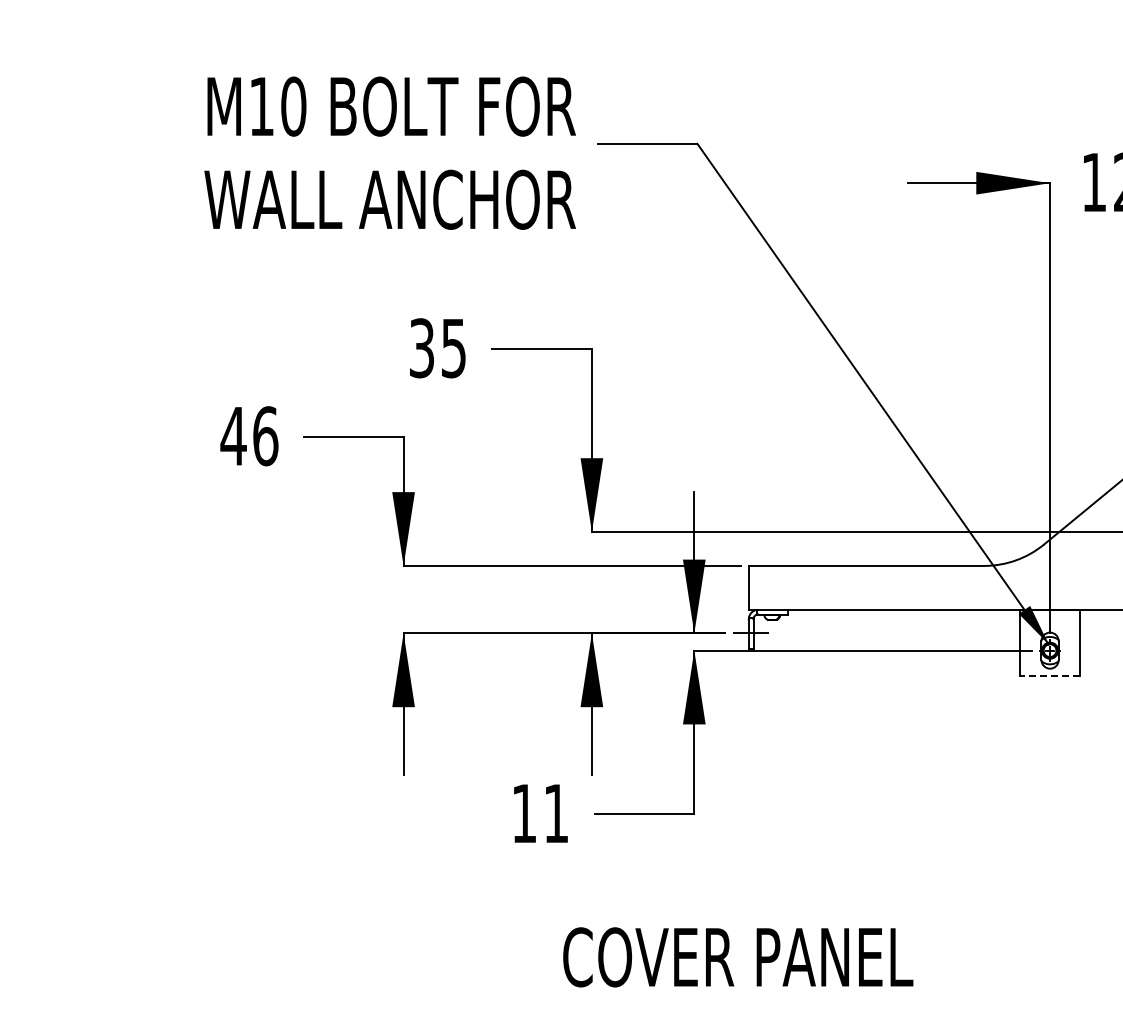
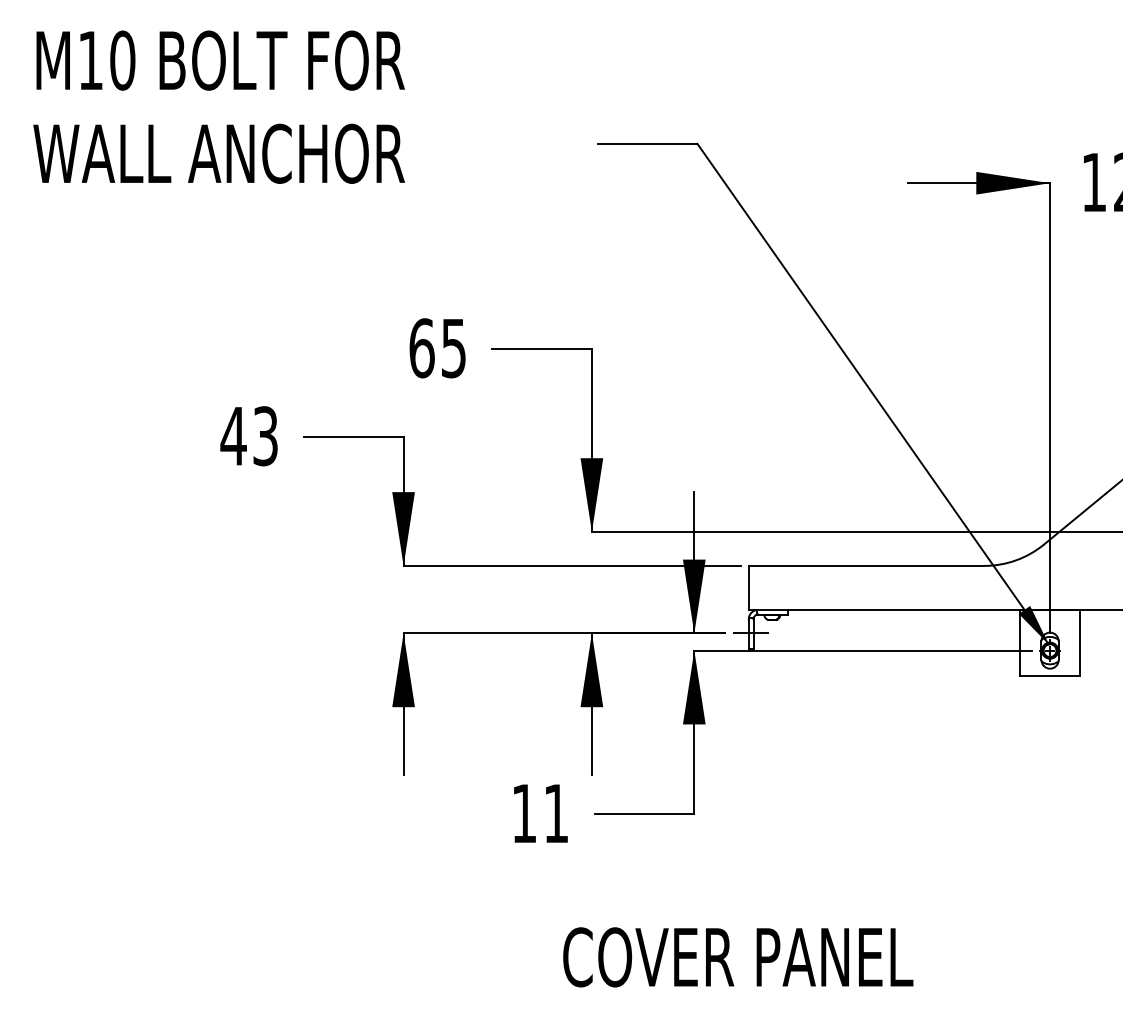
text at (389, 152) position: (389, 152) -> (218, 106)
text at (421, 348): 35 -> 65
text at (265, 436): 46 -> 43
line at (1050, 675): dashed -> solid
